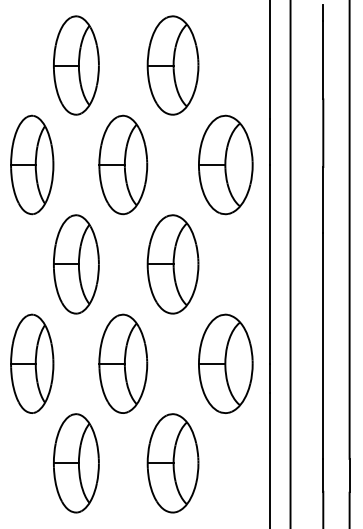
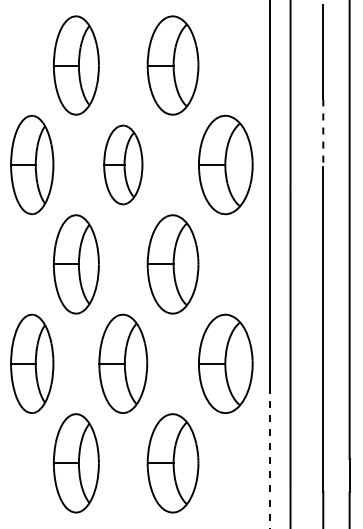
line at (323, 133): solid -> dashed
part at (123, 164) size: 51x102 px -> 41x82 px
line at (270, 460): solid -> dashed
